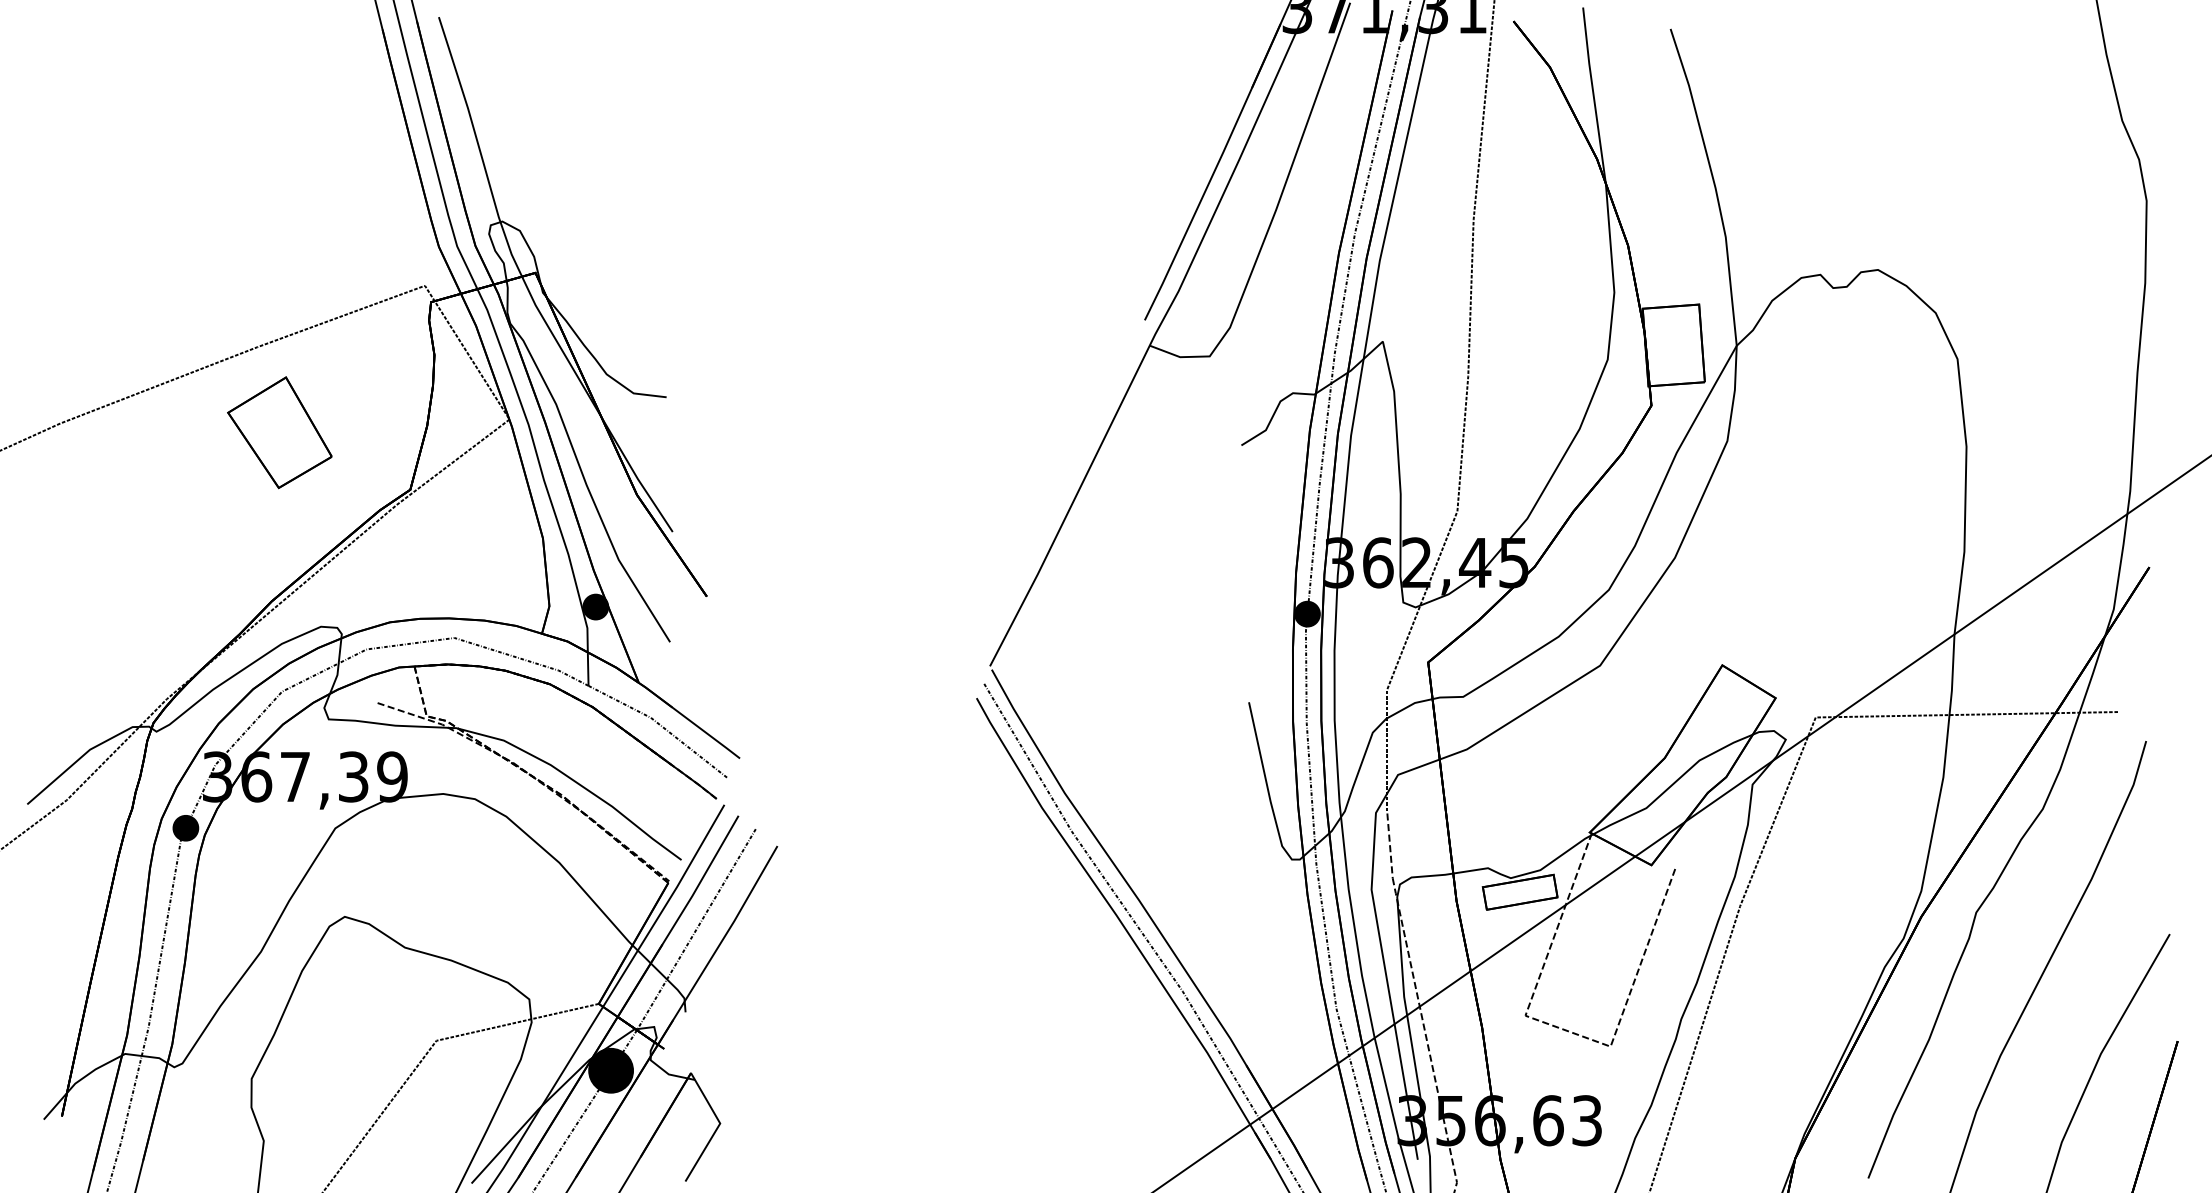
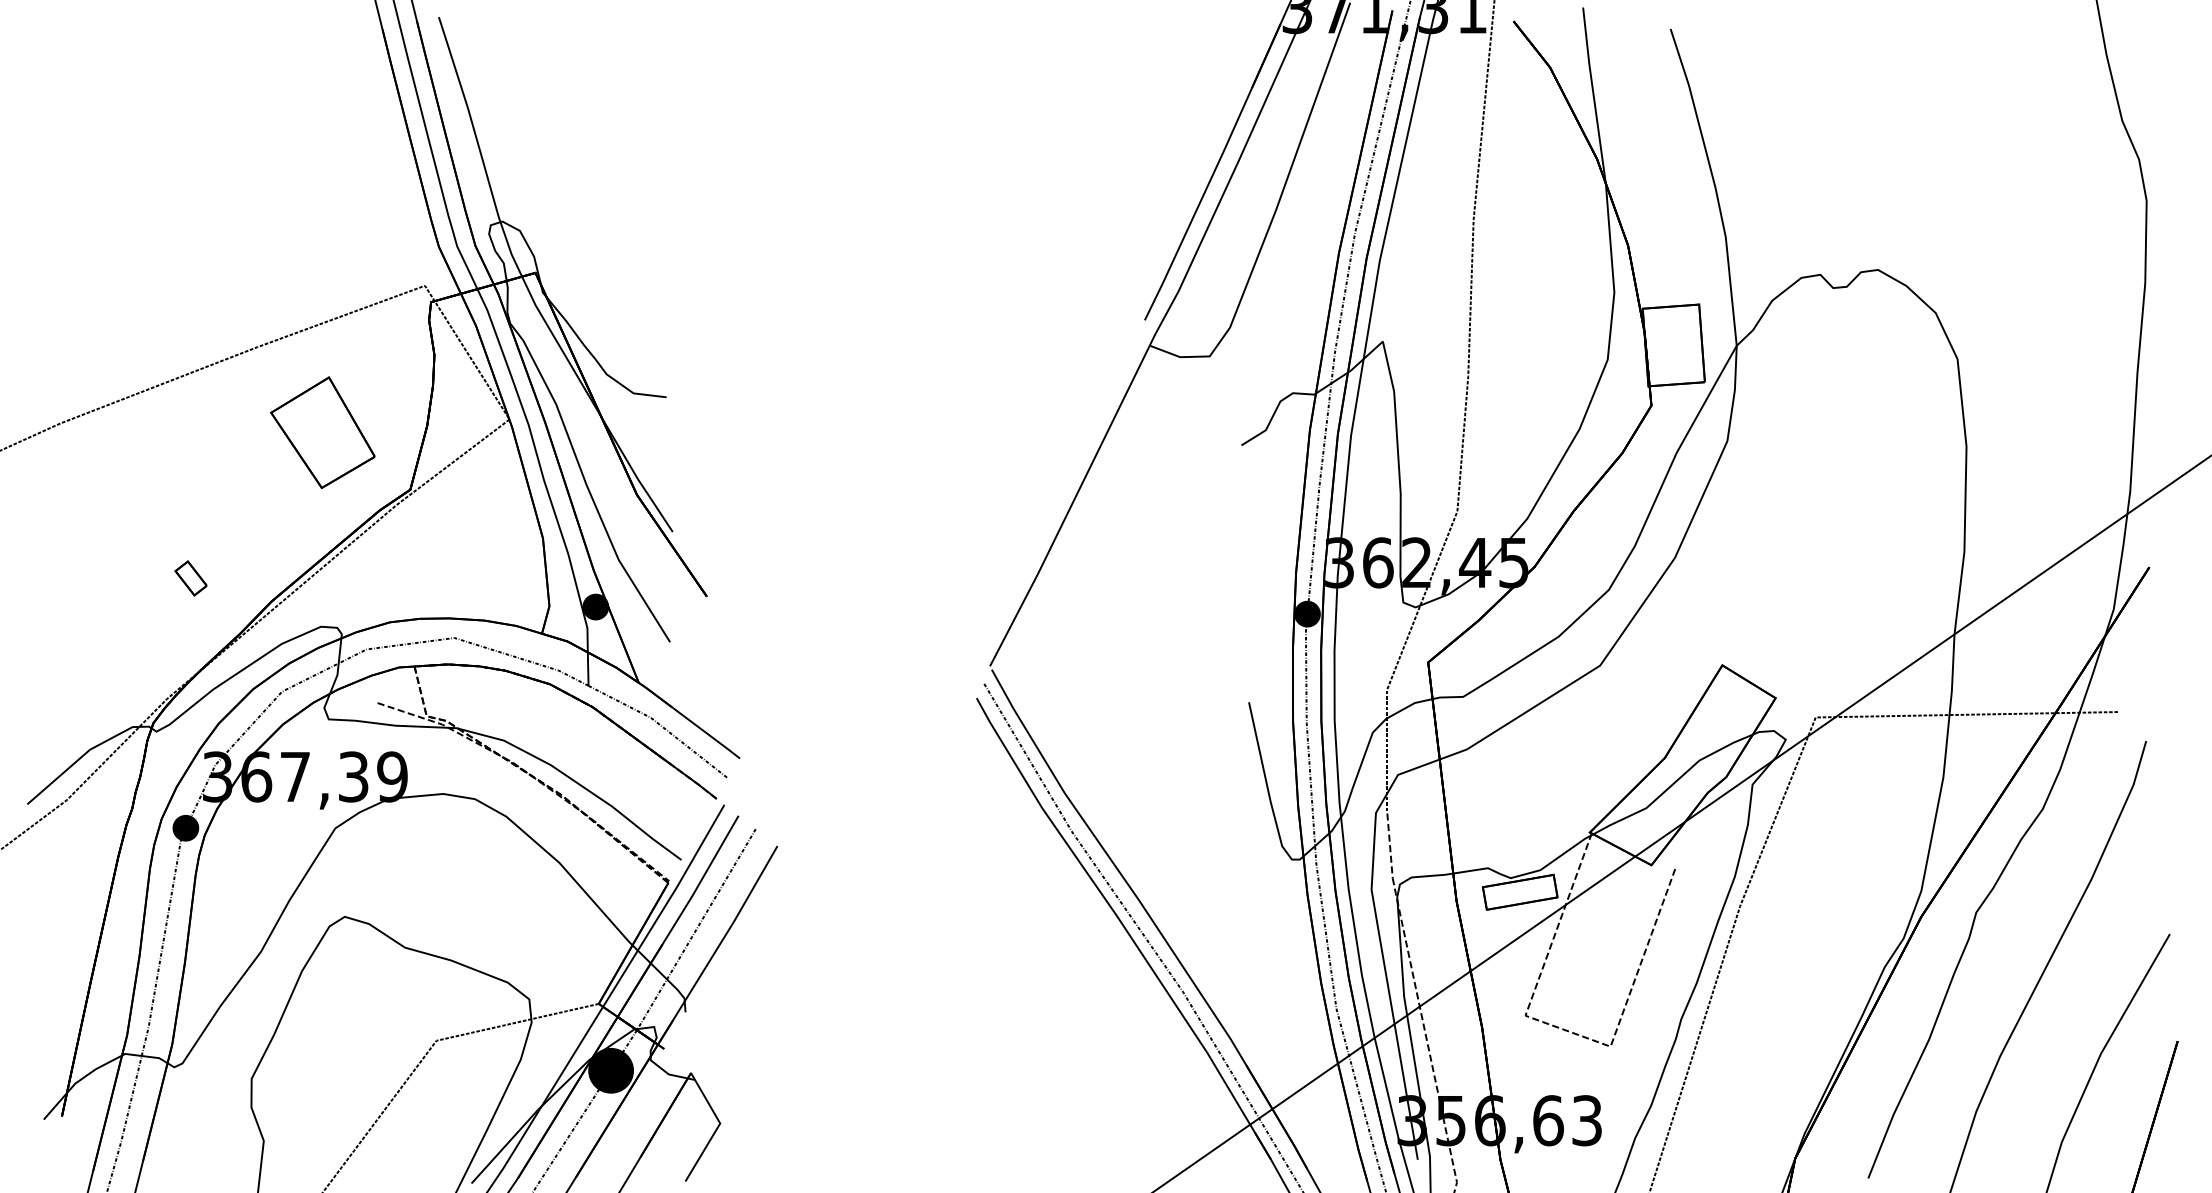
part at (279, 432) position: (279, 432) -> (322, 432)
part at (190, 578): none -> present
